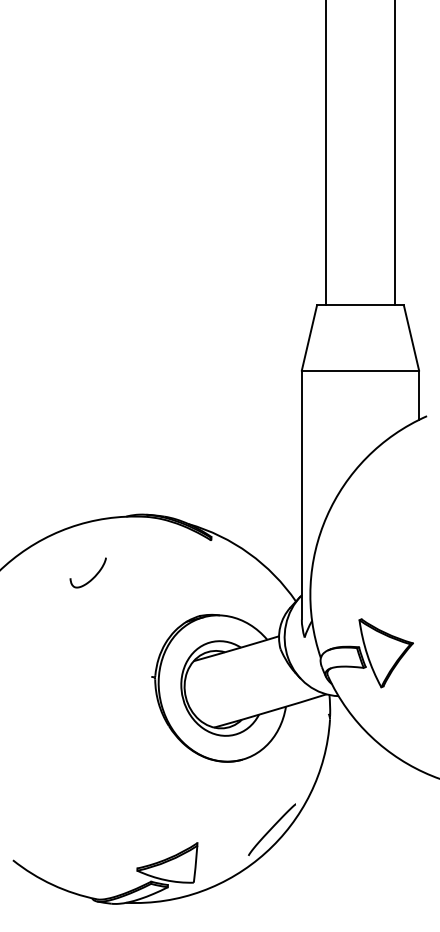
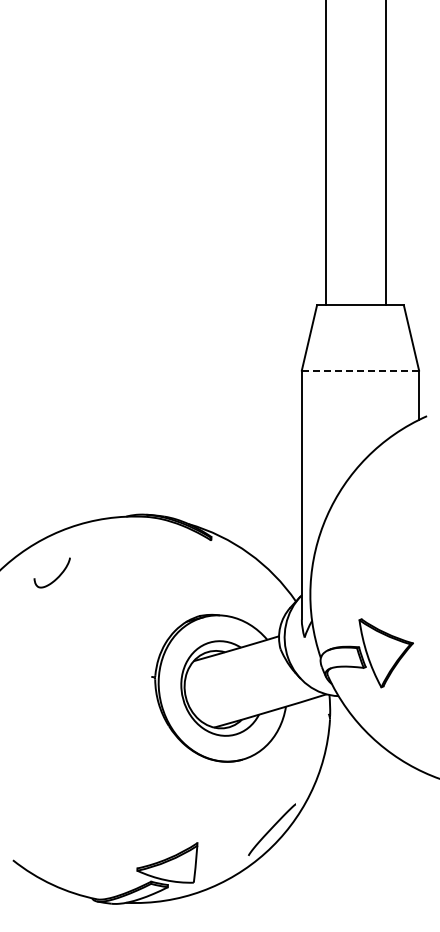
line at (395, 153) position: (395, 153) -> (386, 153)
line at (360, 370): solid -> dashed
curve at (92, 577) position: (92, 577) -> (56, 577)
